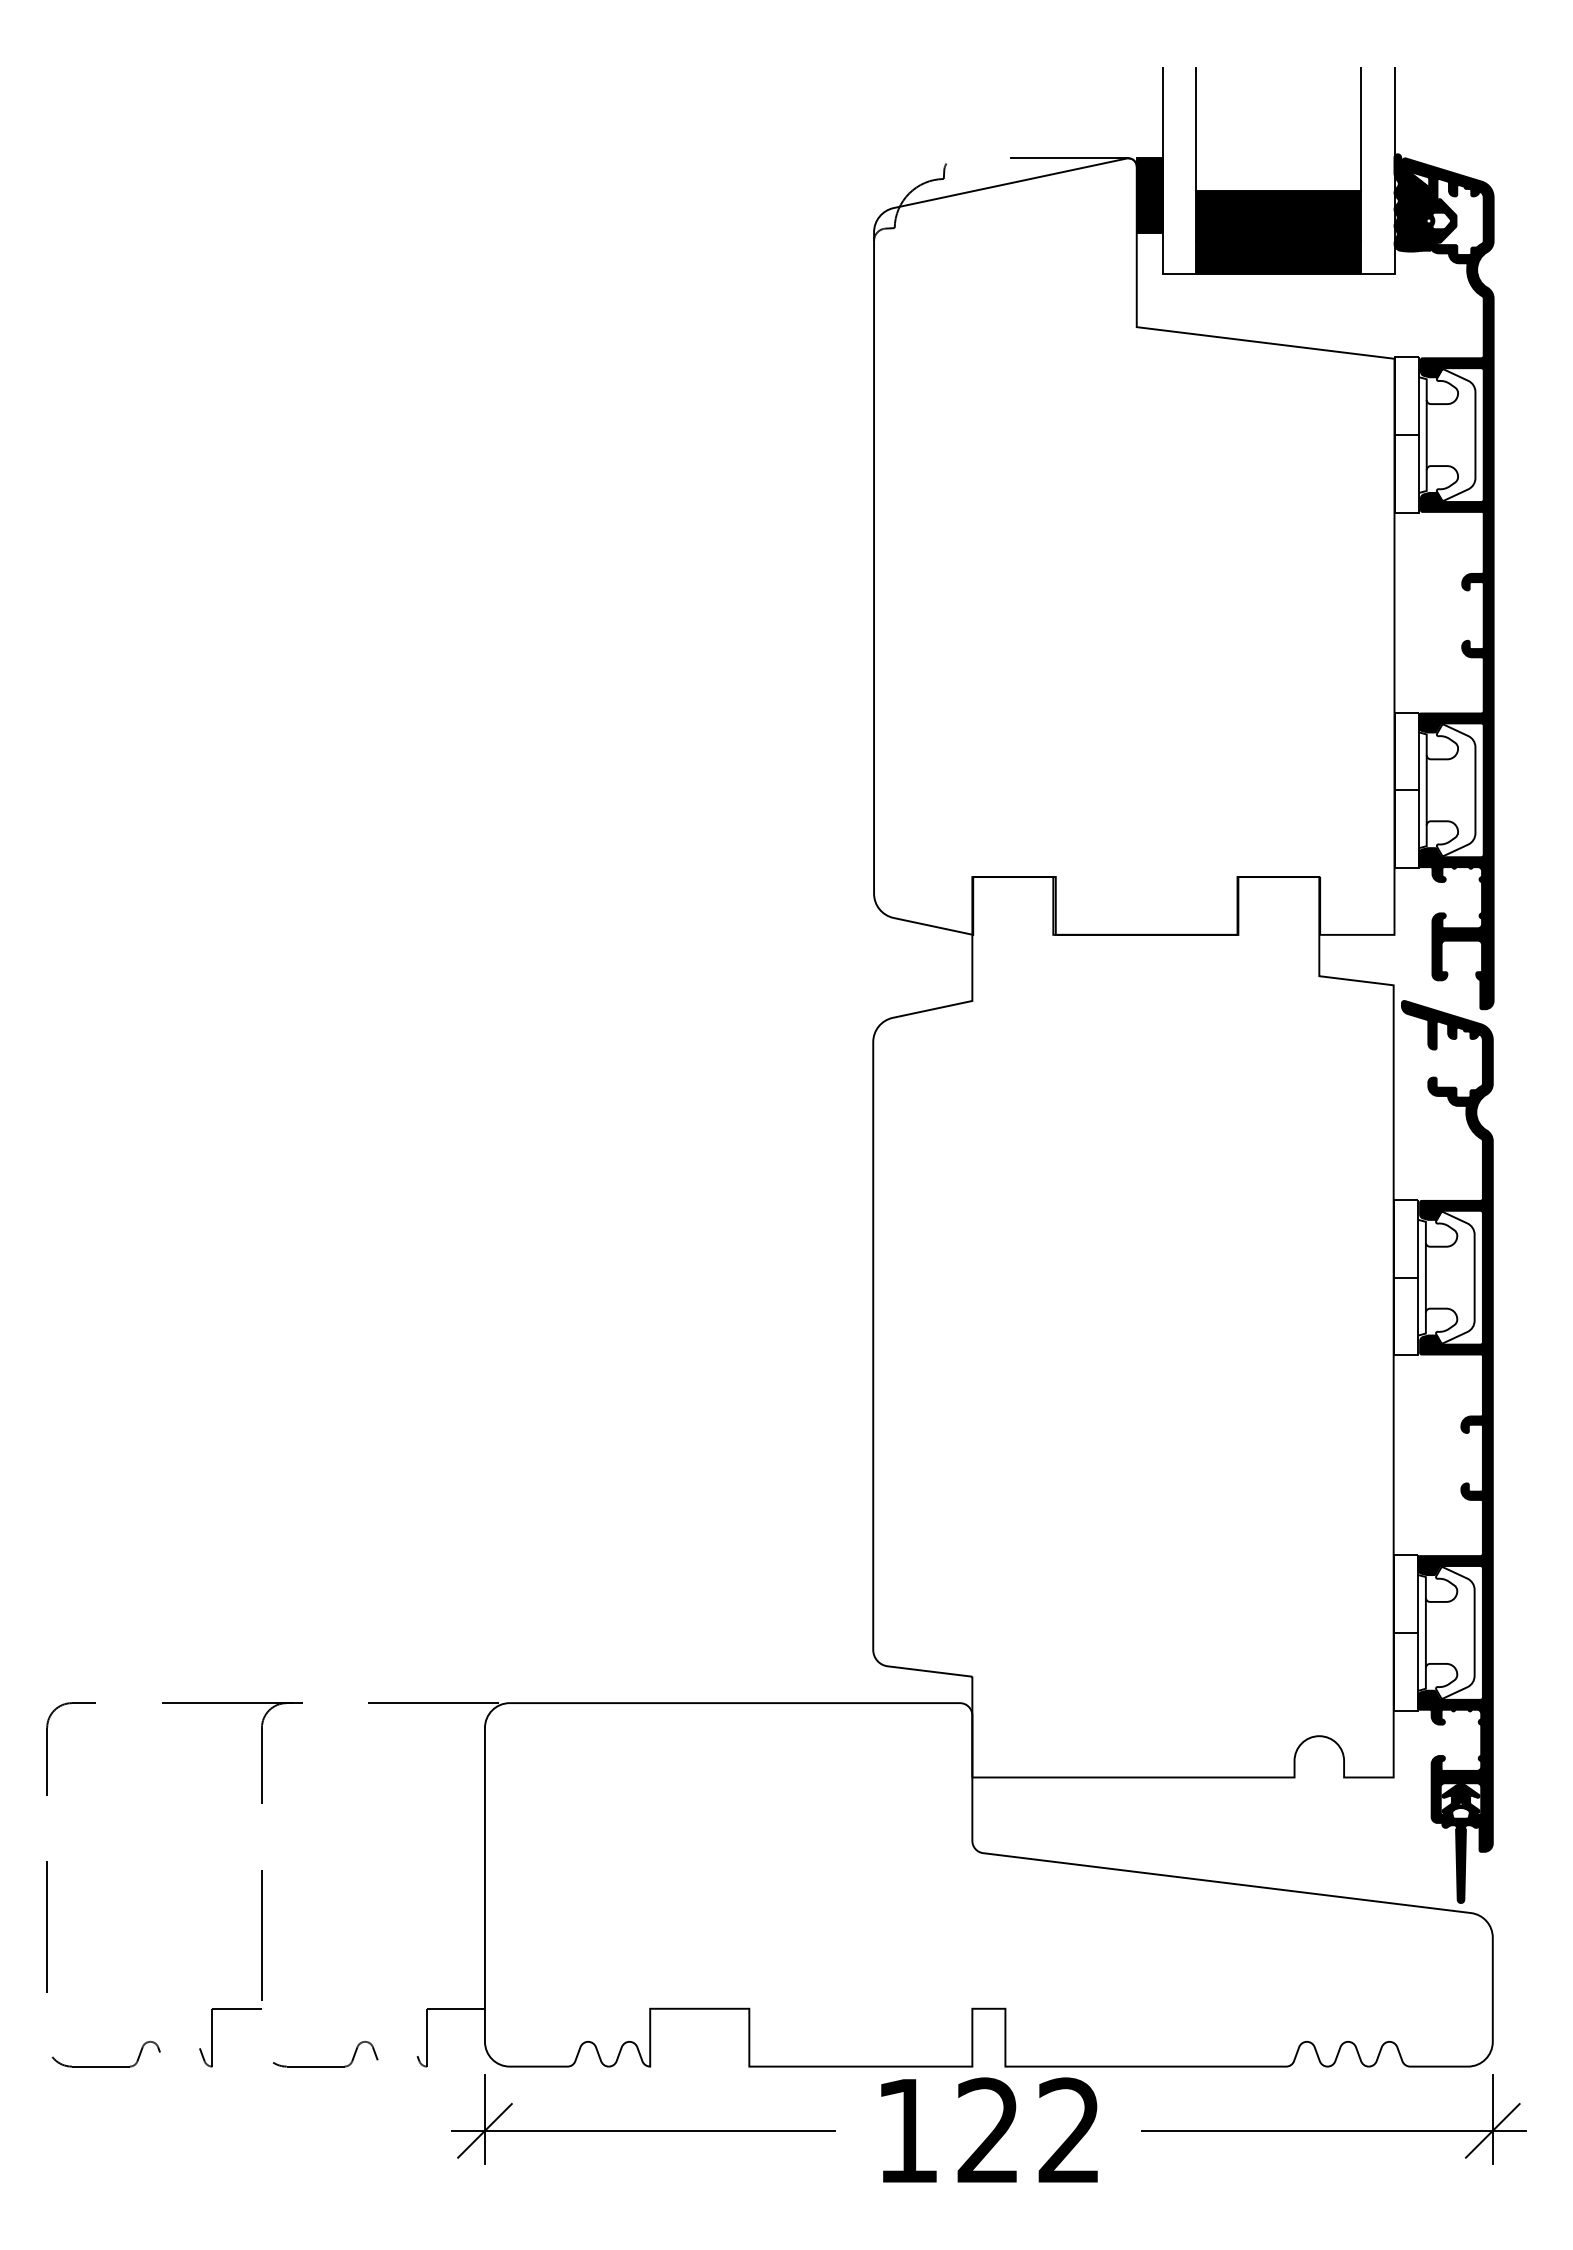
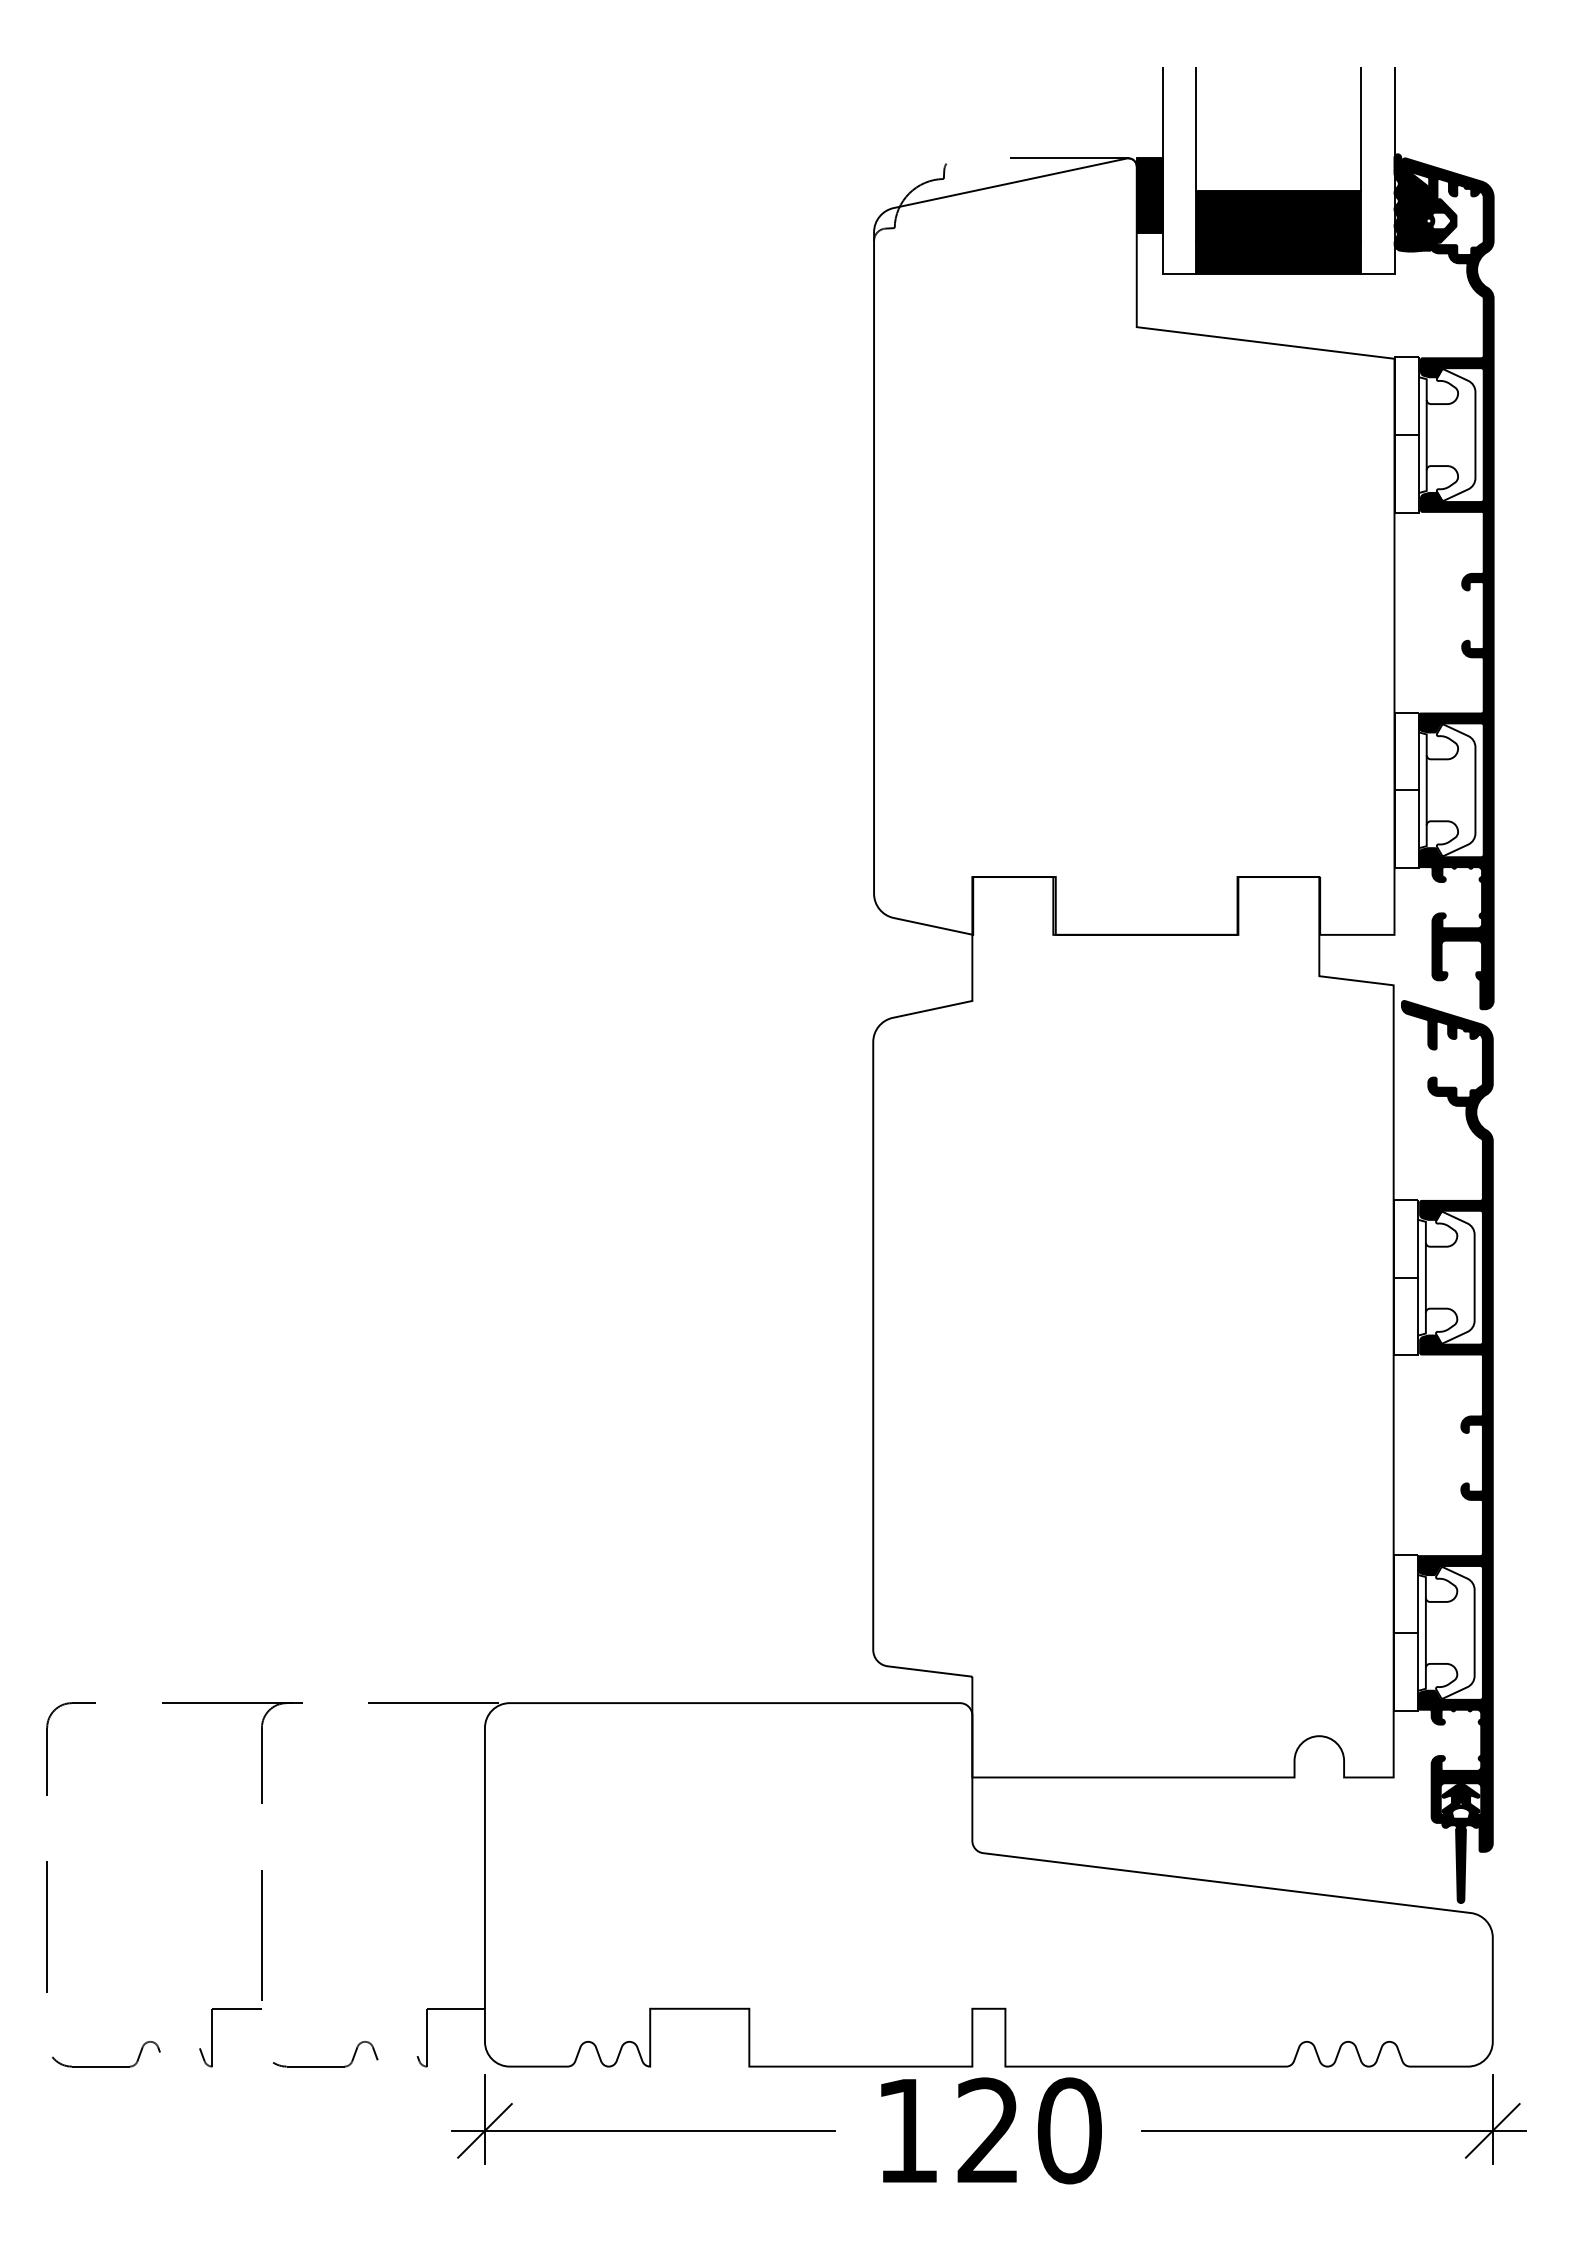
text at (1069, 2130): 122 -> 120
